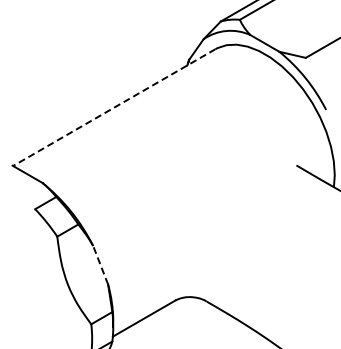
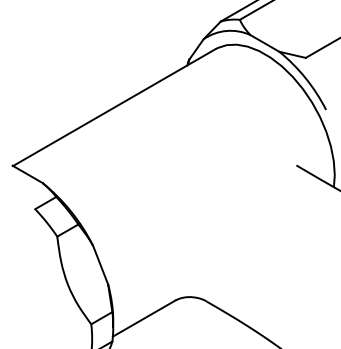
line at (114, 107): dashed -> solid
line at (100, 265): dashed -> solid
